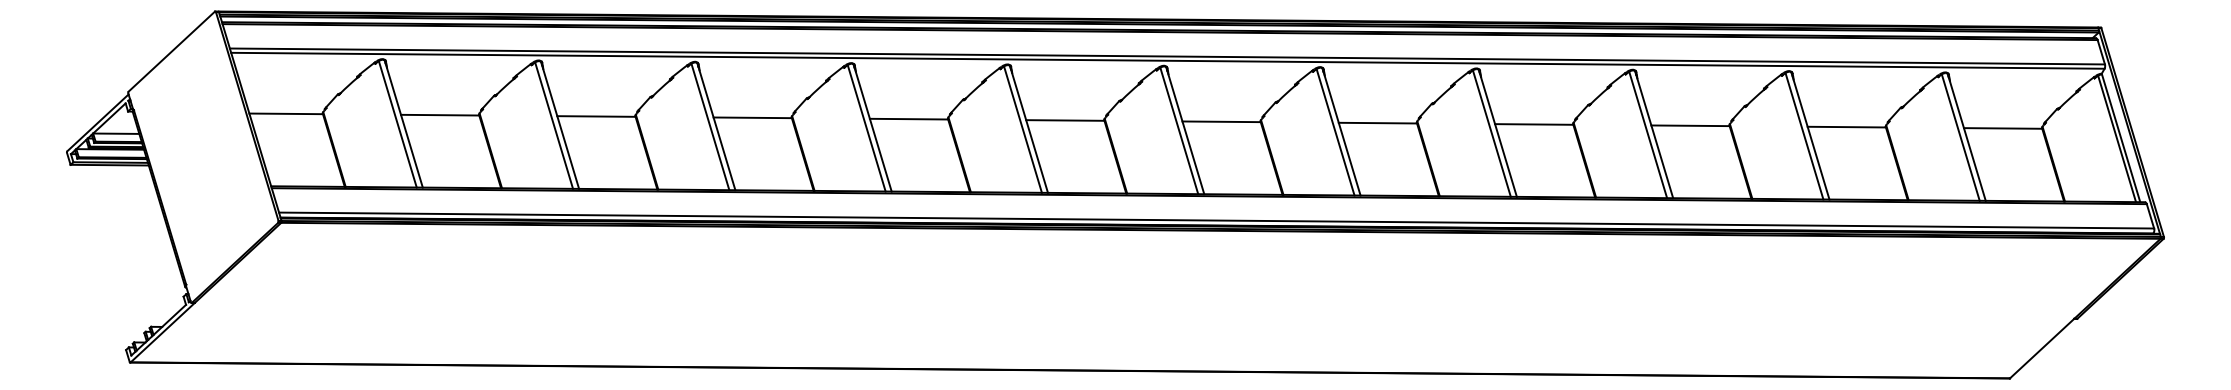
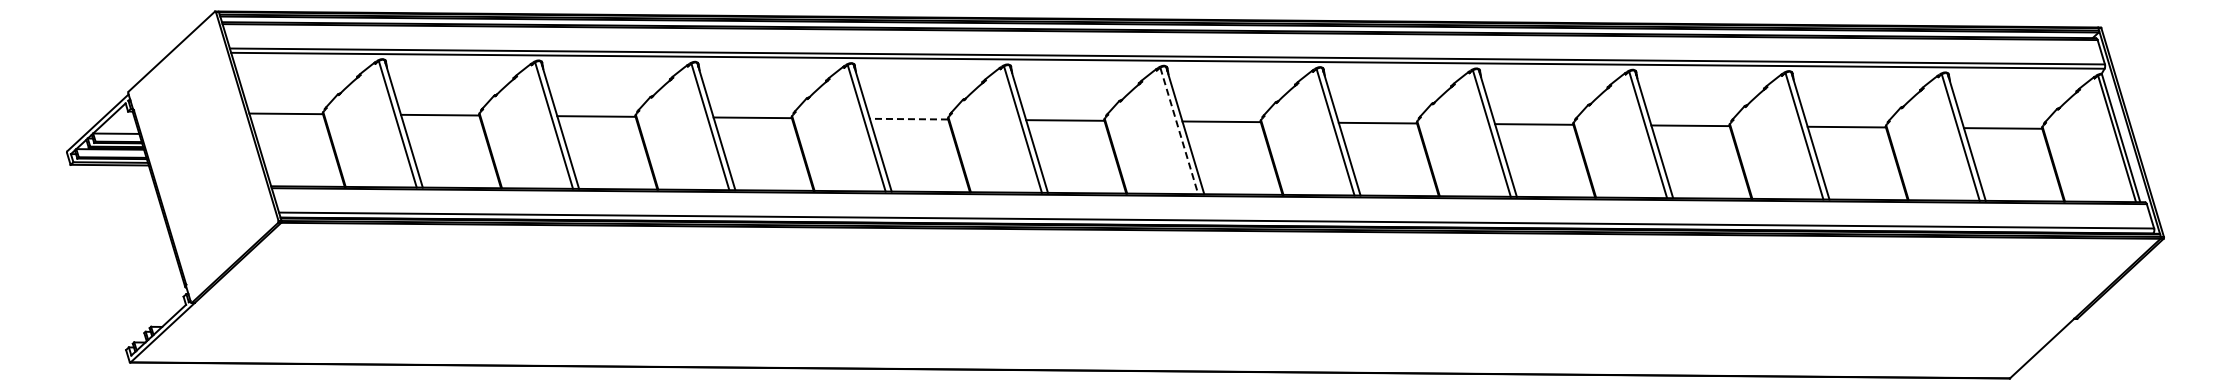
line at (908, 119): solid -> dashed
line at (1179, 131): solid -> dashed
